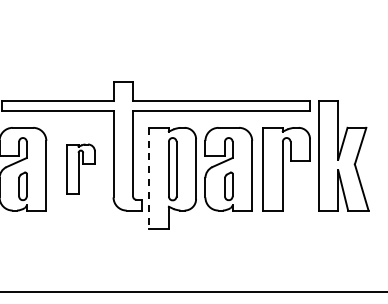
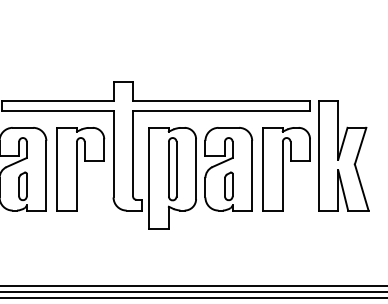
part at (80, 168) size: 30x52 px -> 50x85 px
line at (149, 178): dashed -> solid
line at (193, 286): none -> present
line at (193, 297): none -> present
